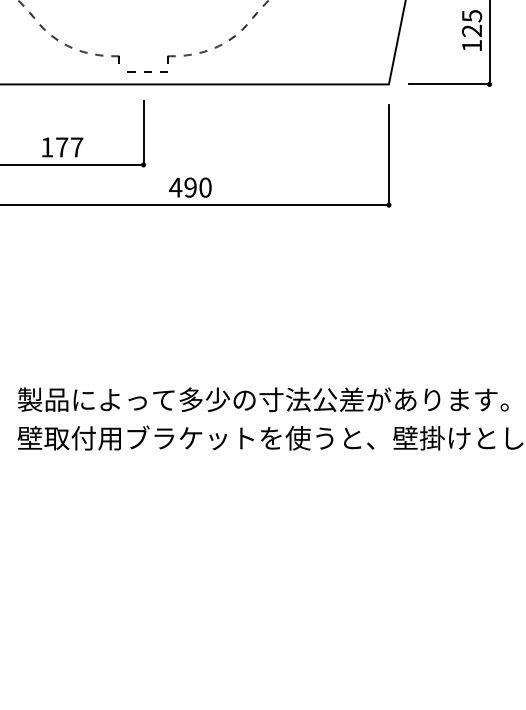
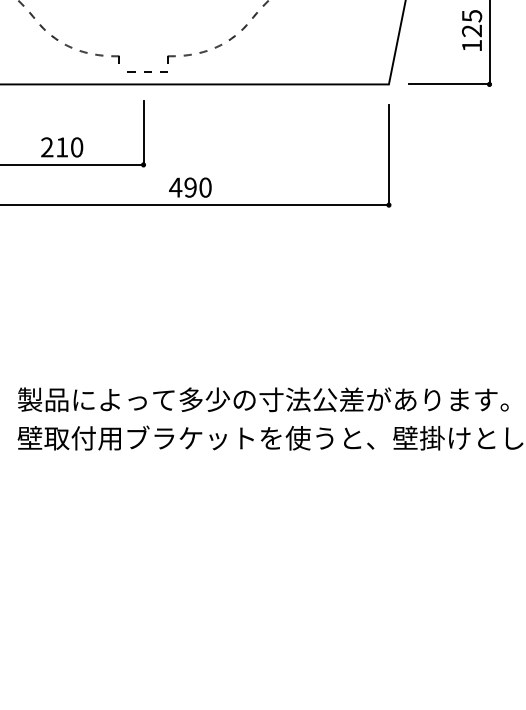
text at (62, 147): 177 -> 210
